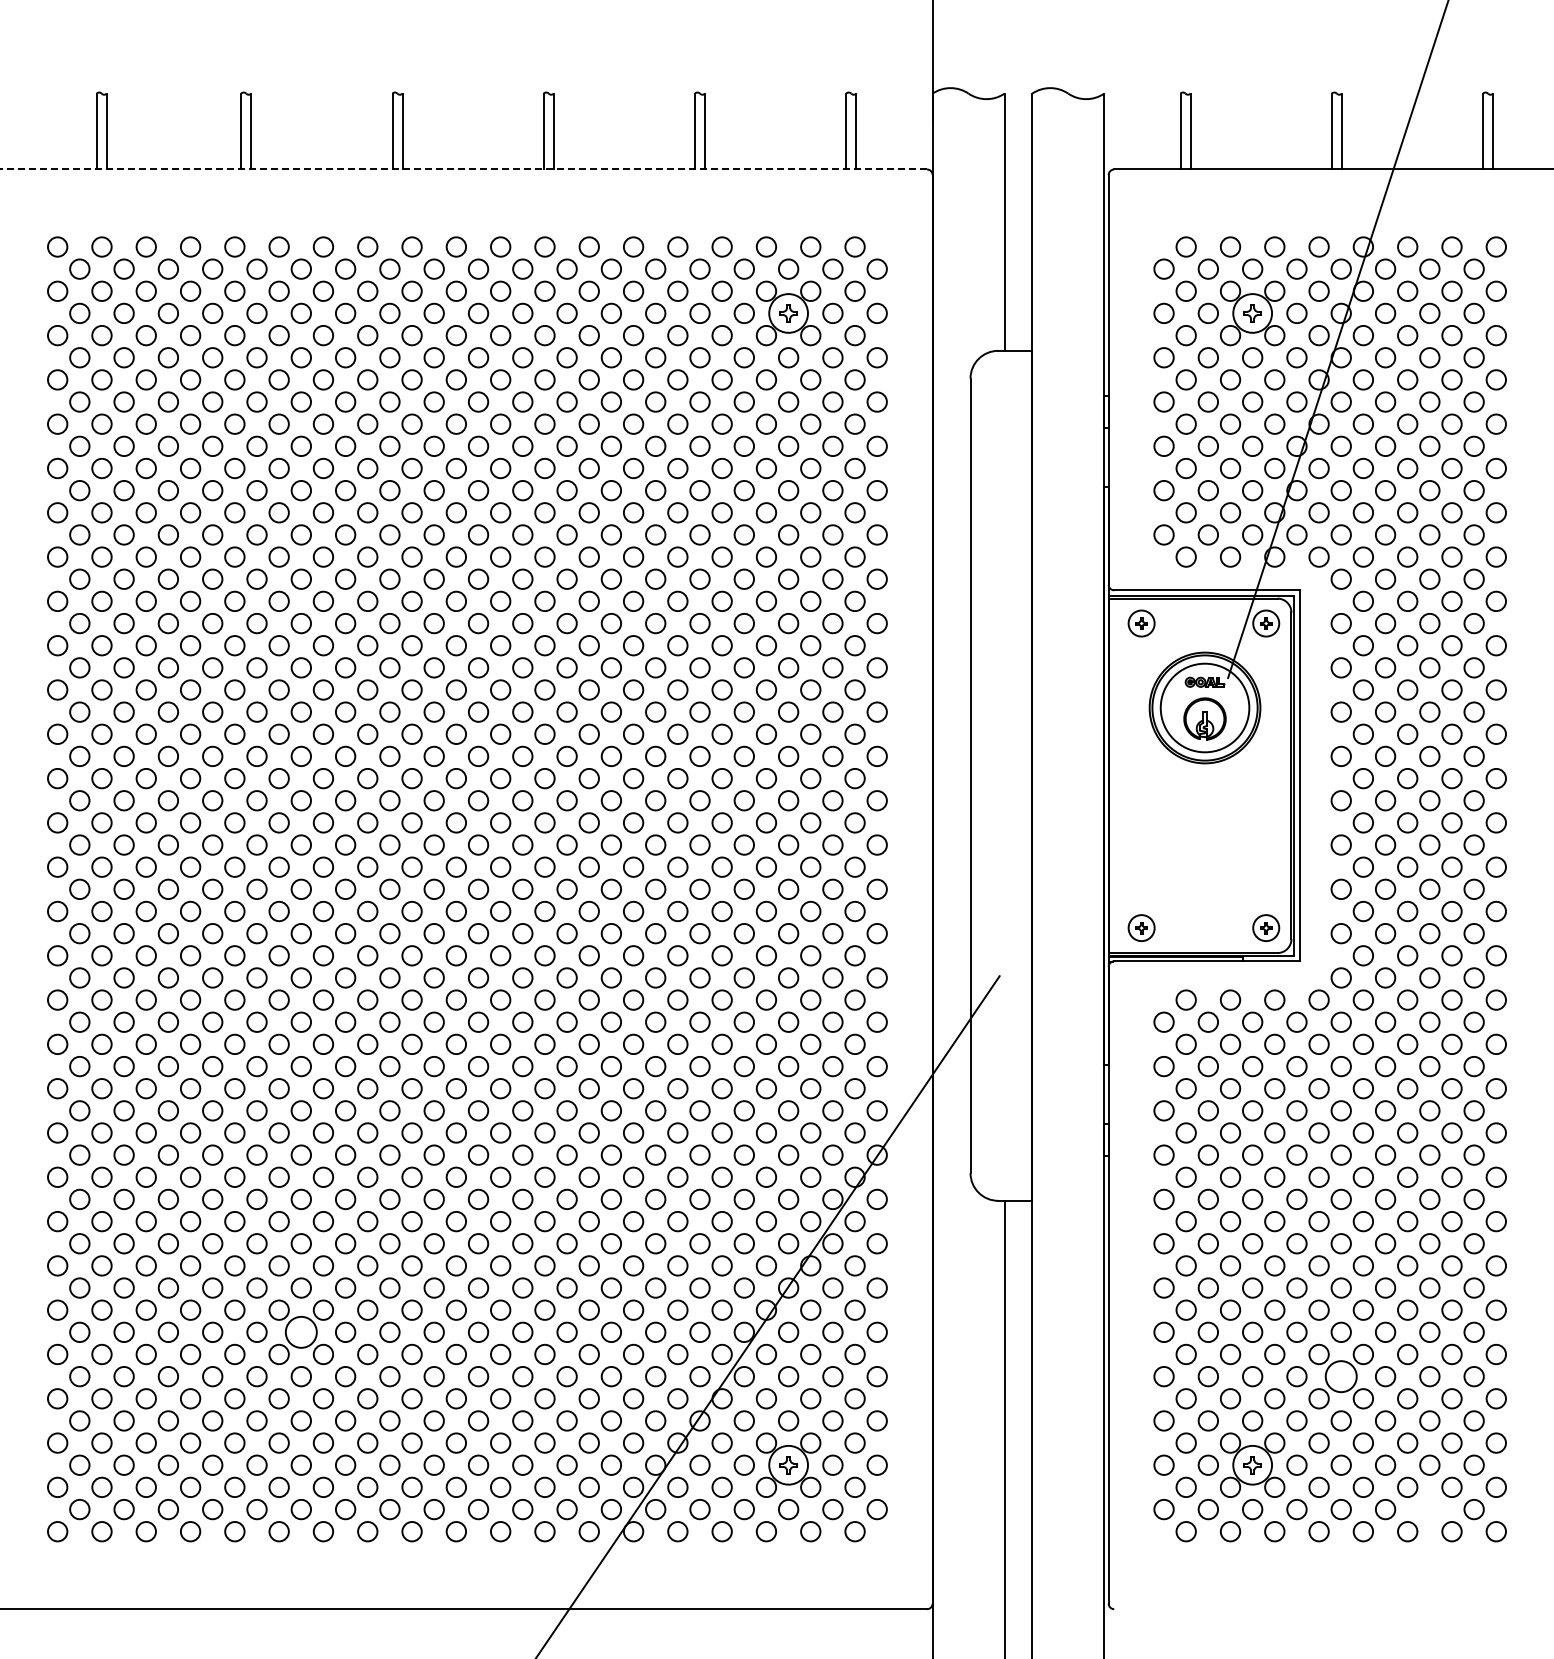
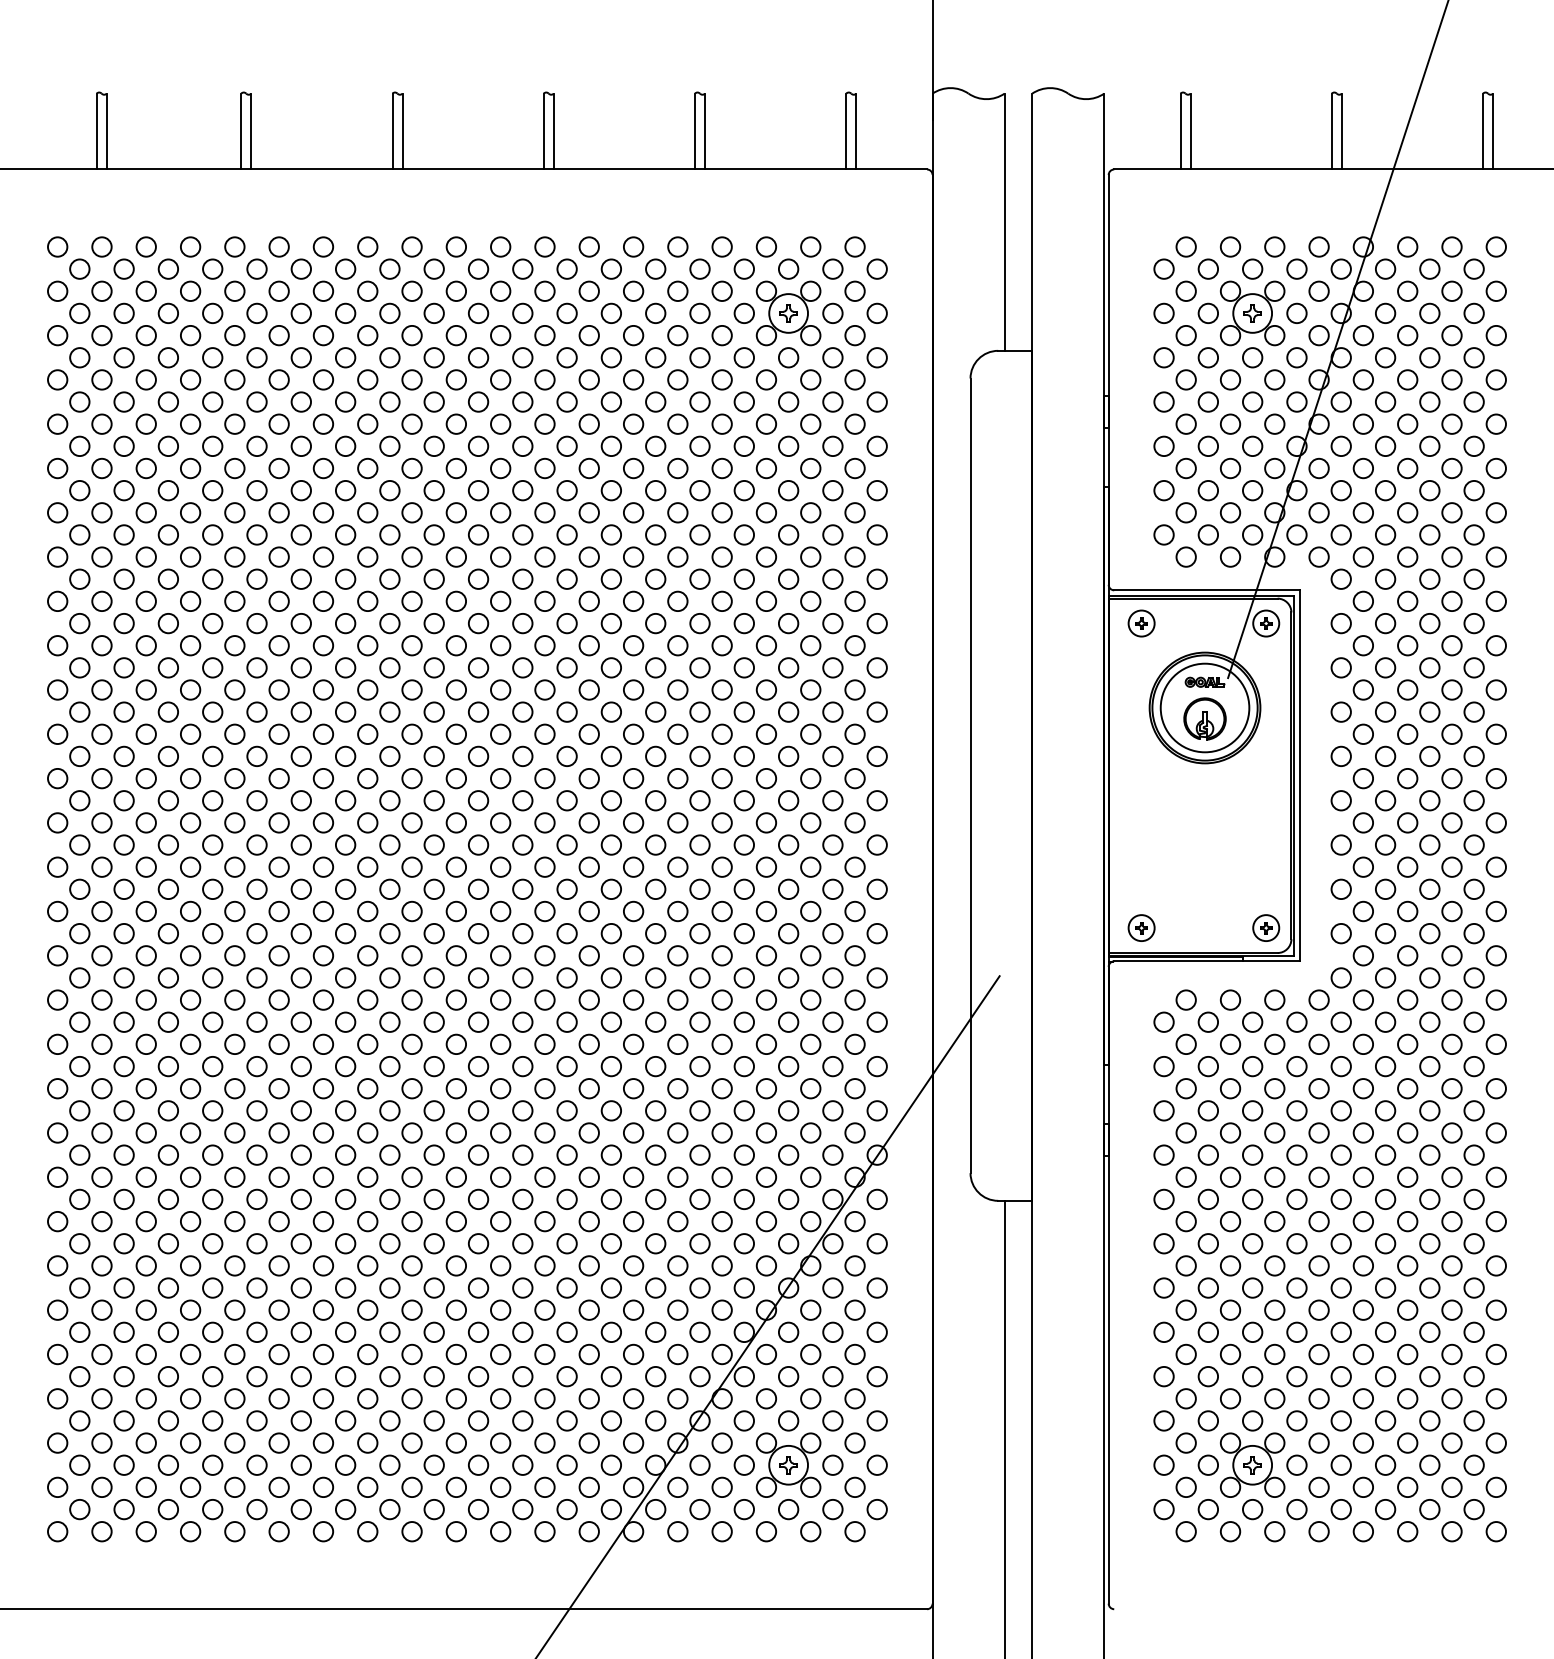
line at (463, 169): dashed -> solid
circle at (300, 1331) diameter: 31 px -> 19 px
circle at (1340, 1376) diameter: 31 px -> 19 px
circle at (1429, 1509): none -> present
